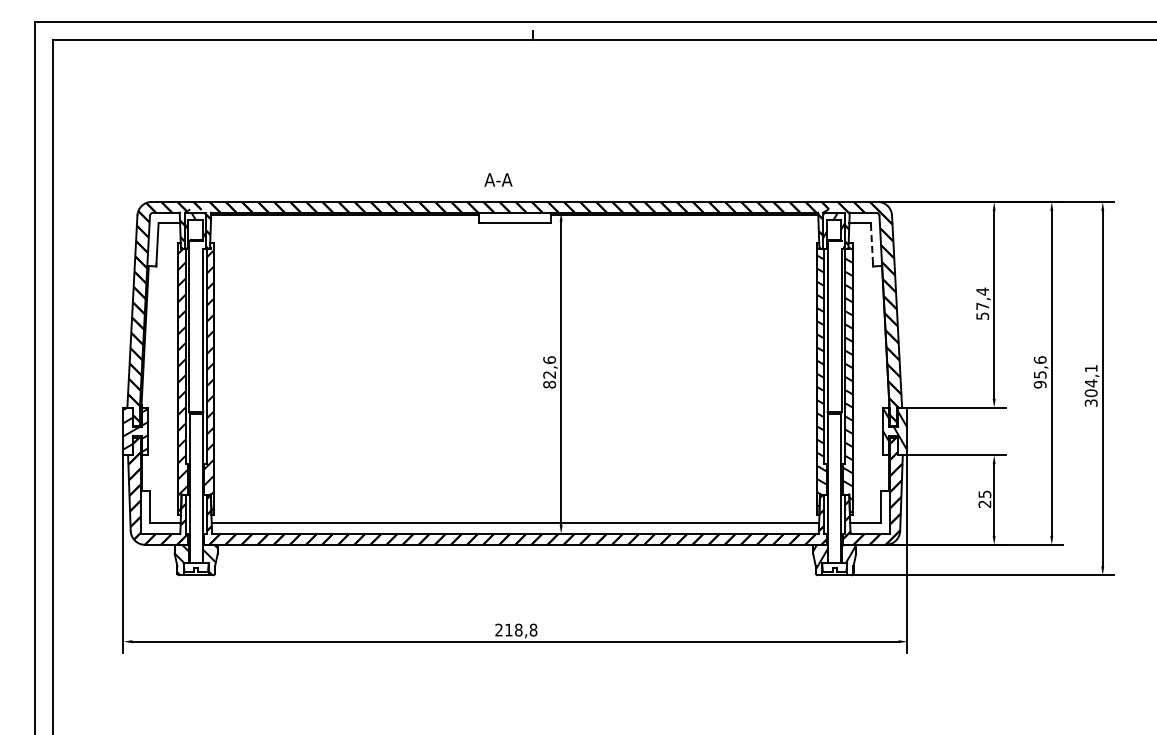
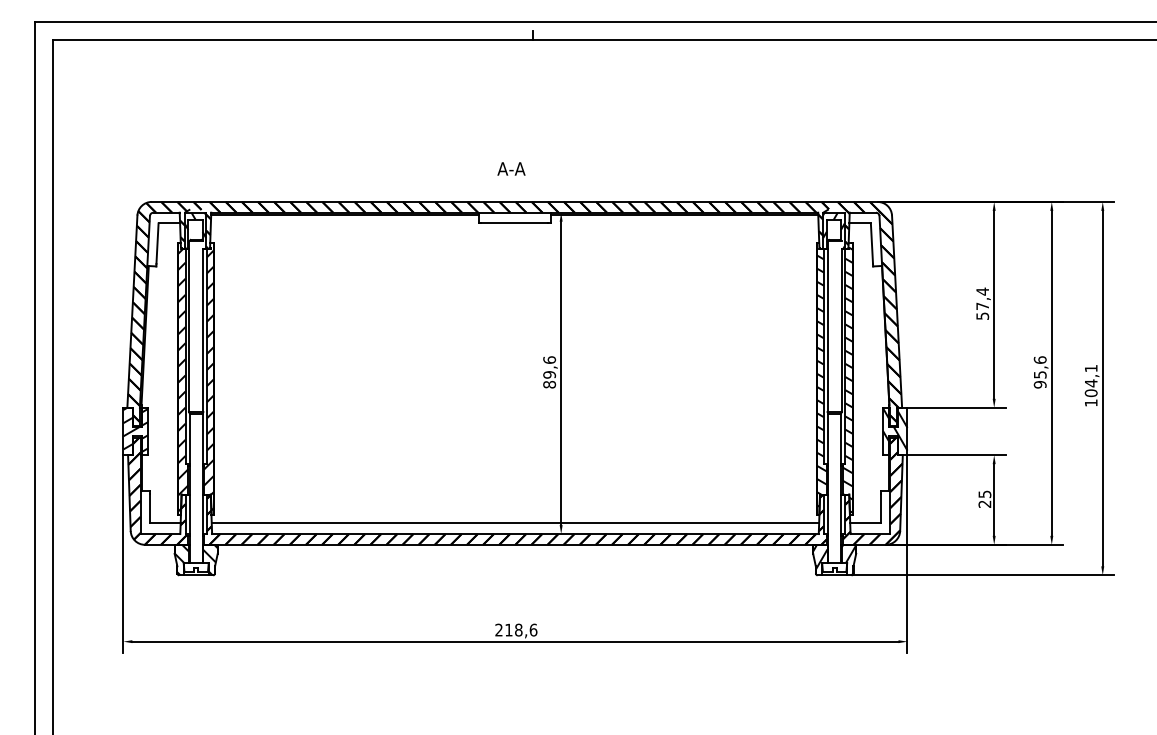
text at (498, 179) position: (498, 179) -> (511, 168)
line at (871, 243): dashed -> solid
text at (549, 374): 82,6 -> 89,6
text at (1090, 402): 304,1 -> 104,1
text at (533, 629): 218,8 -> 218,6
